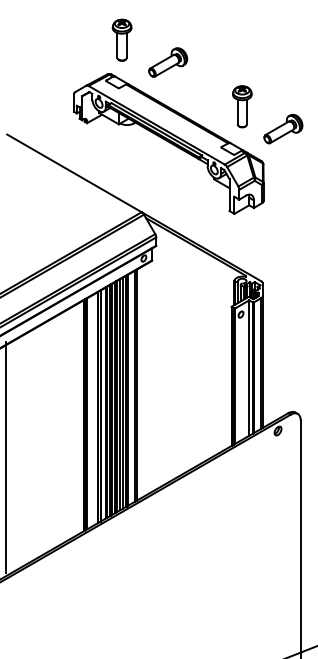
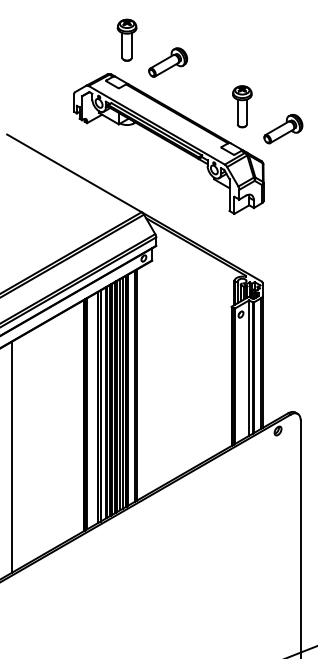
part at (121, 39) position: (121, 39) -> (126, 39)
line at (6, 456) position: (6, 456) -> (12, 456)
